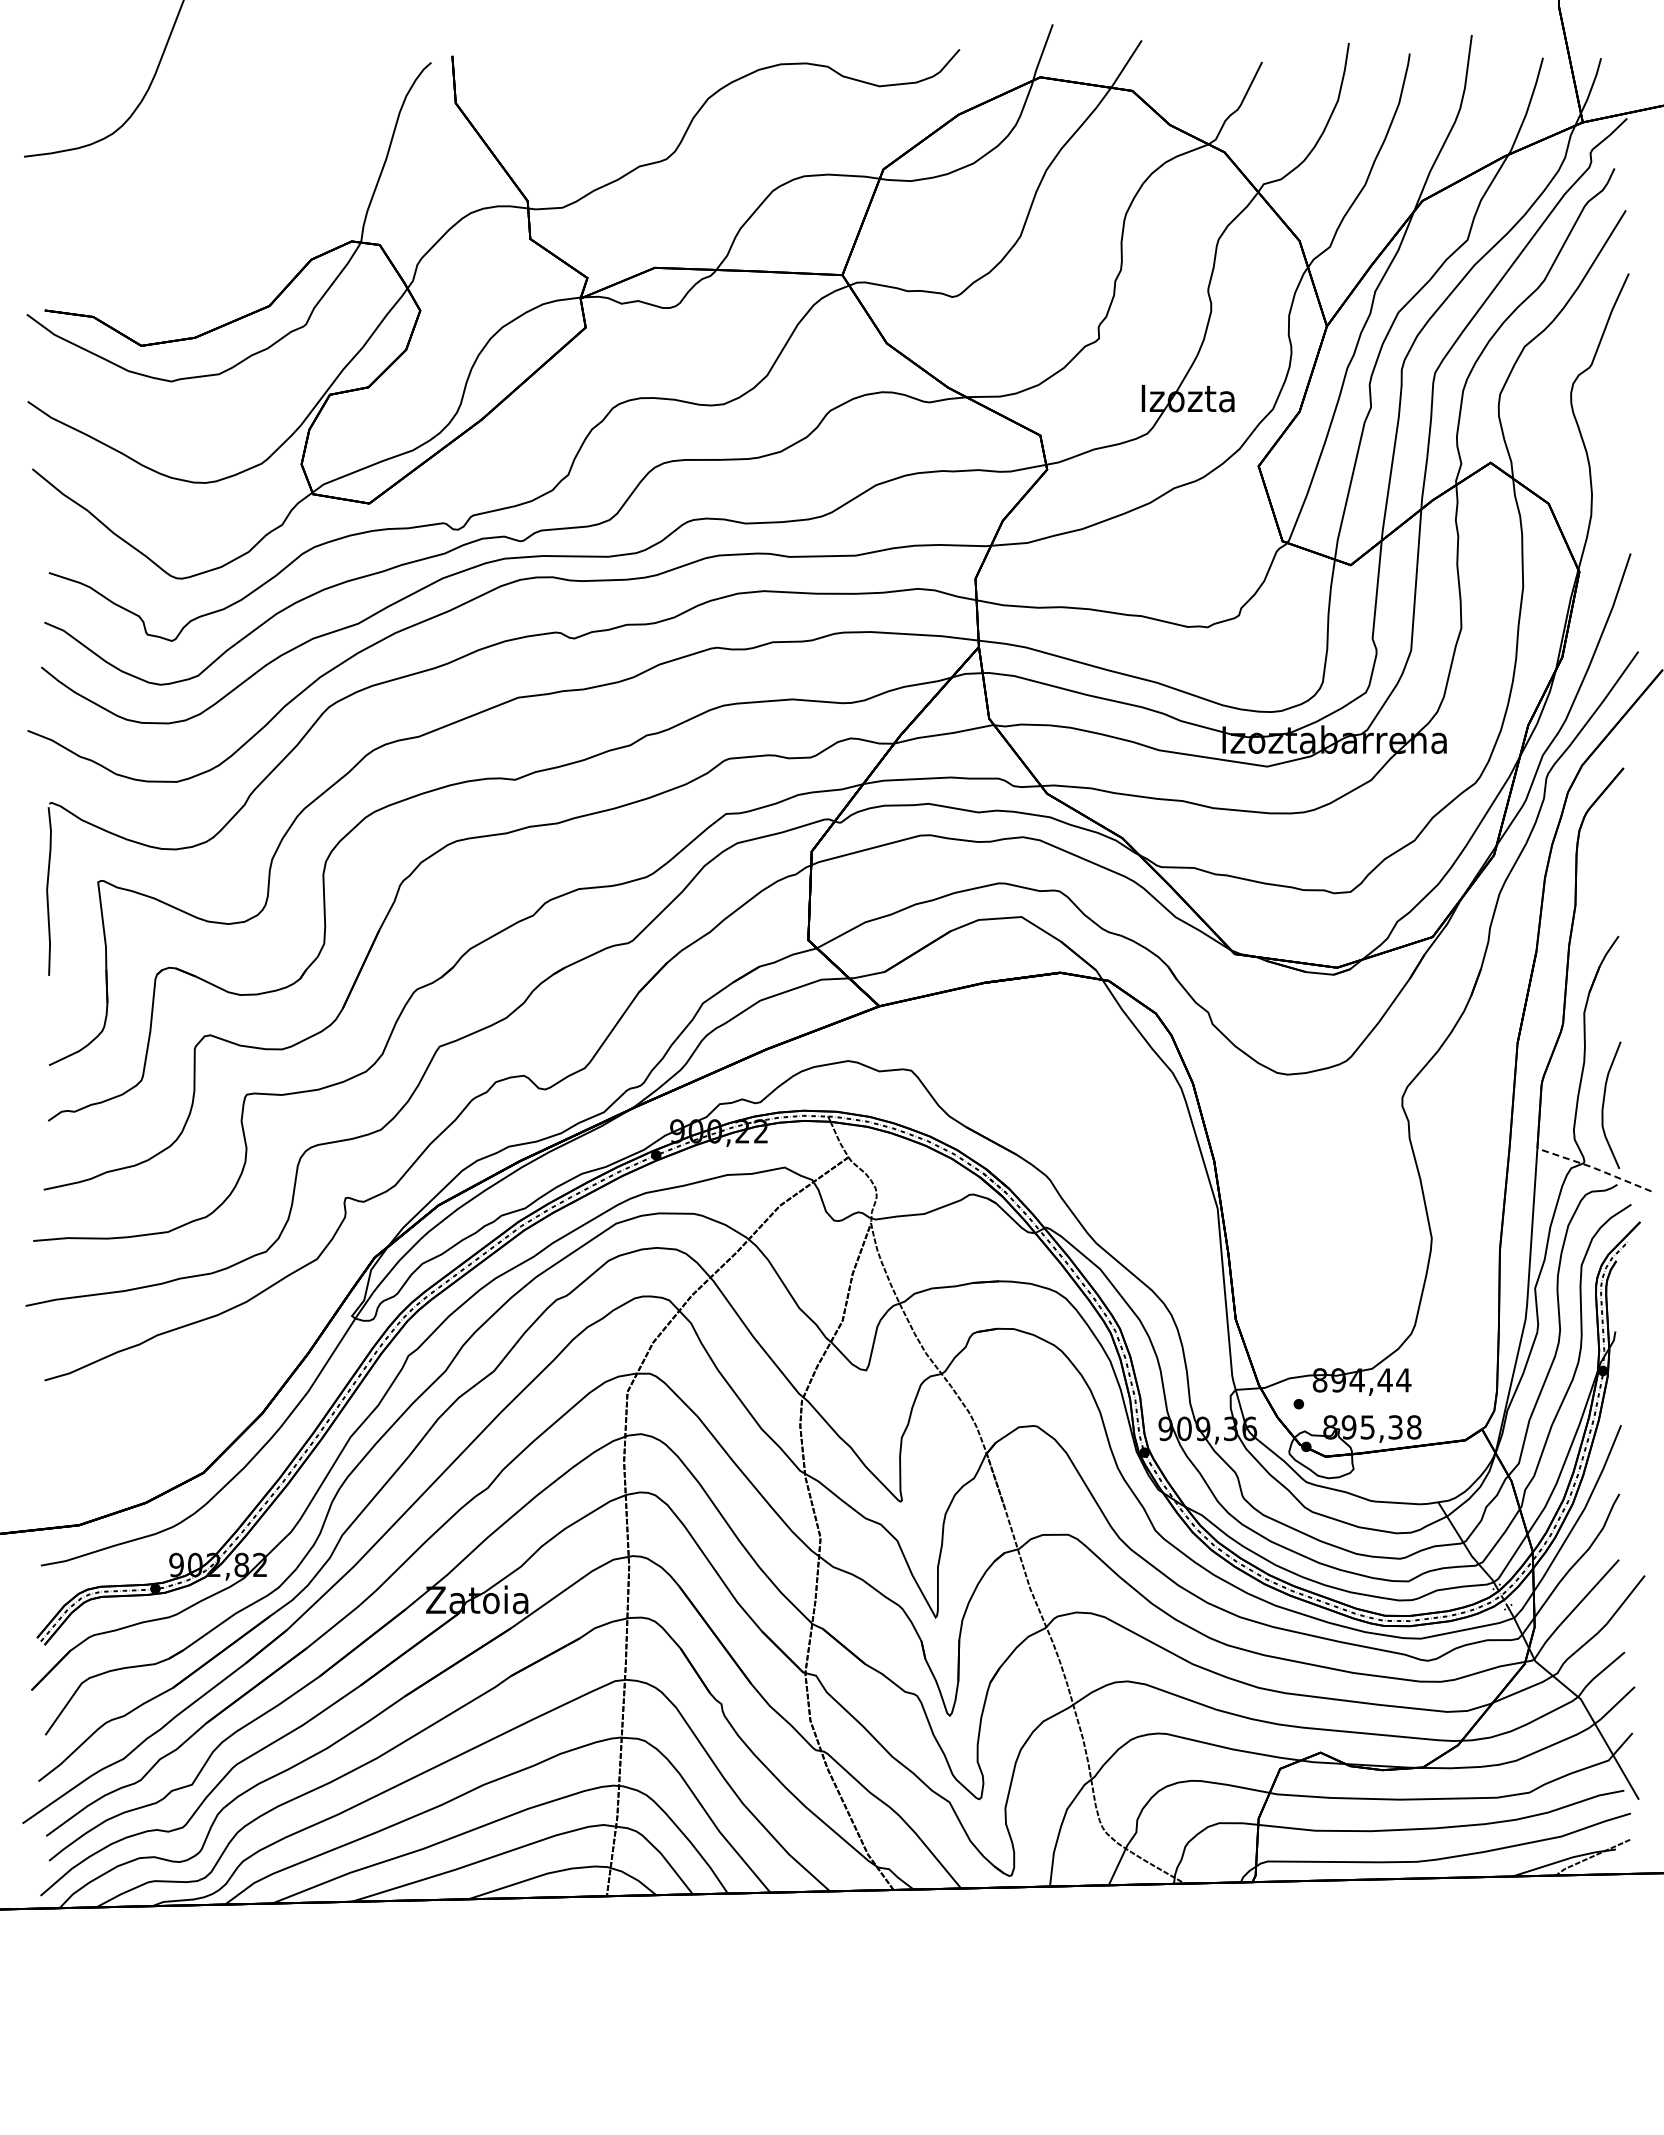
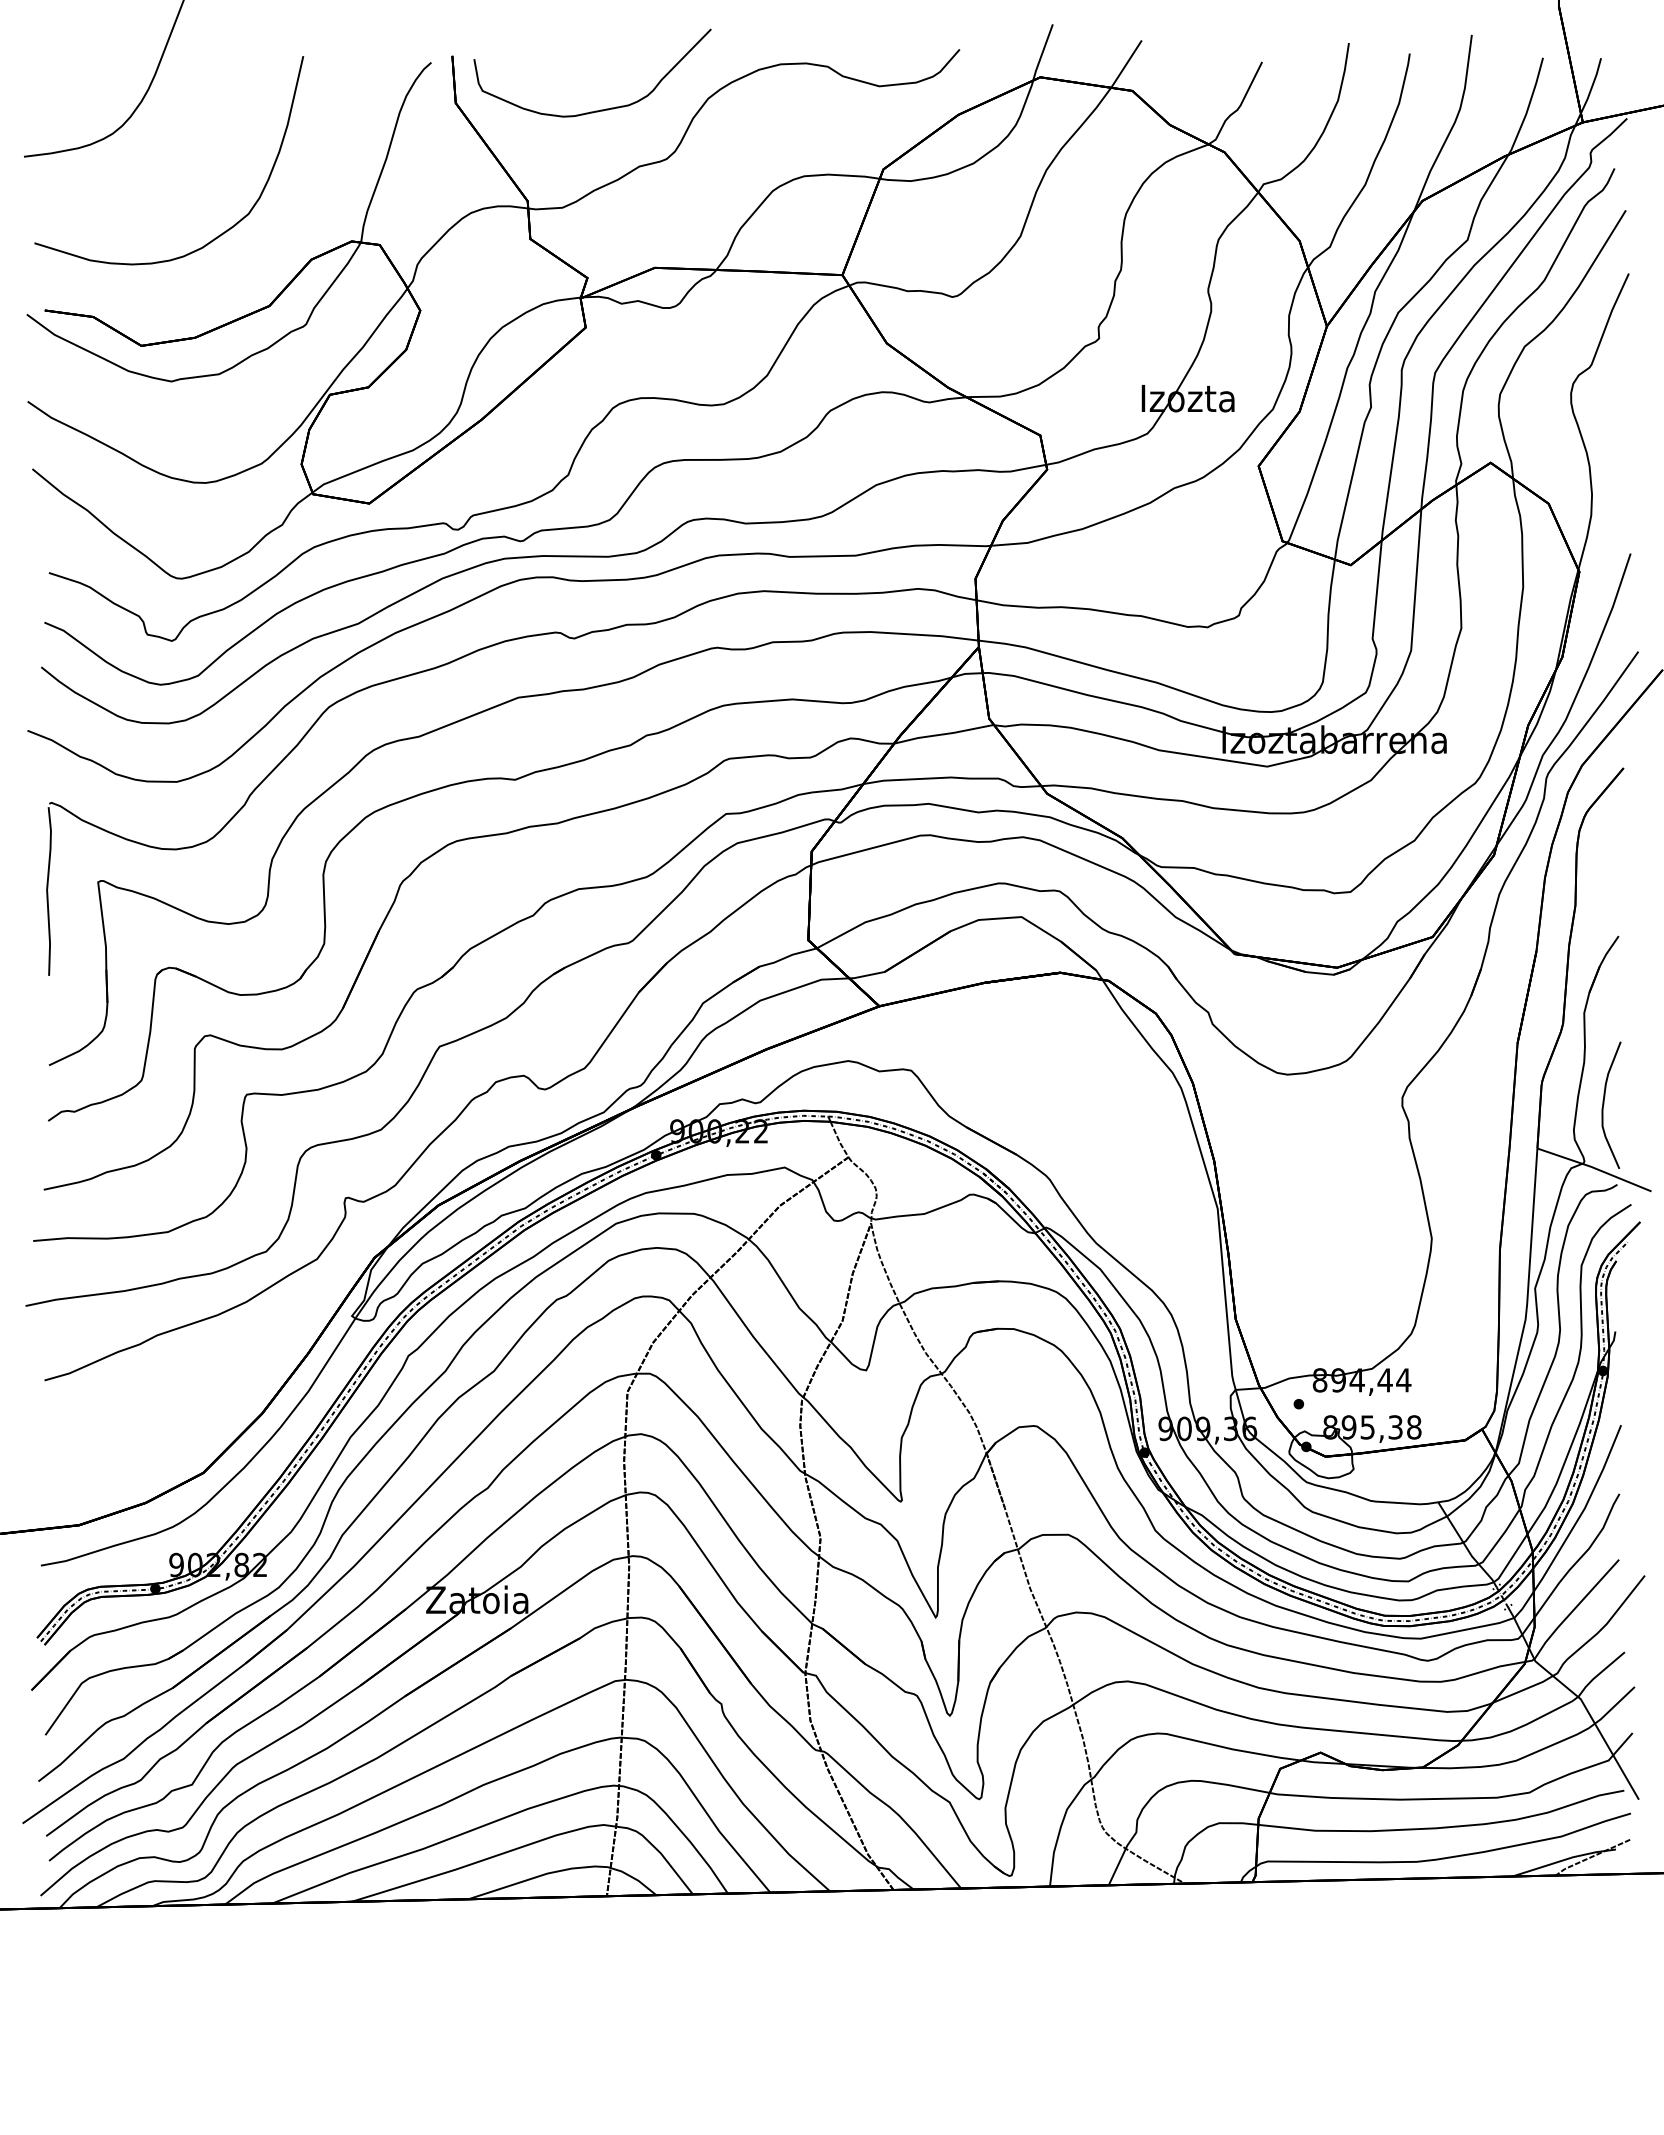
curve at (600, 109): none -> present
curve at (219, 234): none -> present
line at (1594, 1168): dashed -> solid
